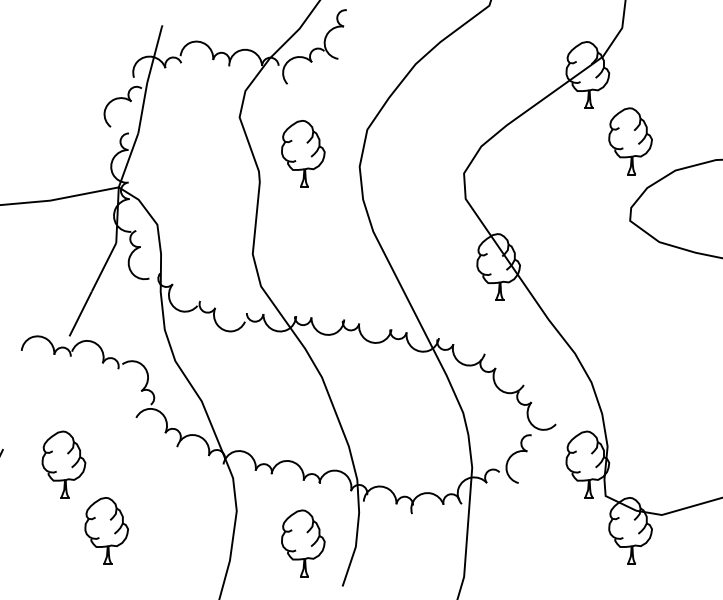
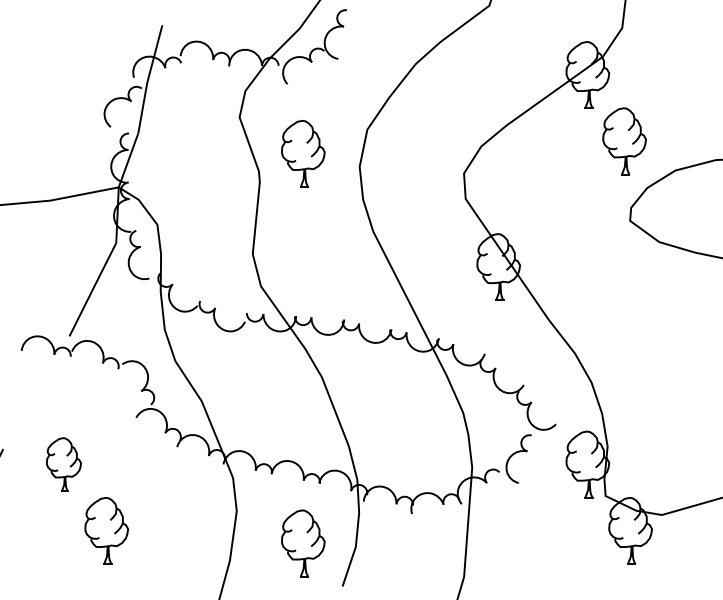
part at (630, 141) position: (630, 141) -> (624, 141)
part at (63, 464) size: 46x69 px -> 36x55 px
